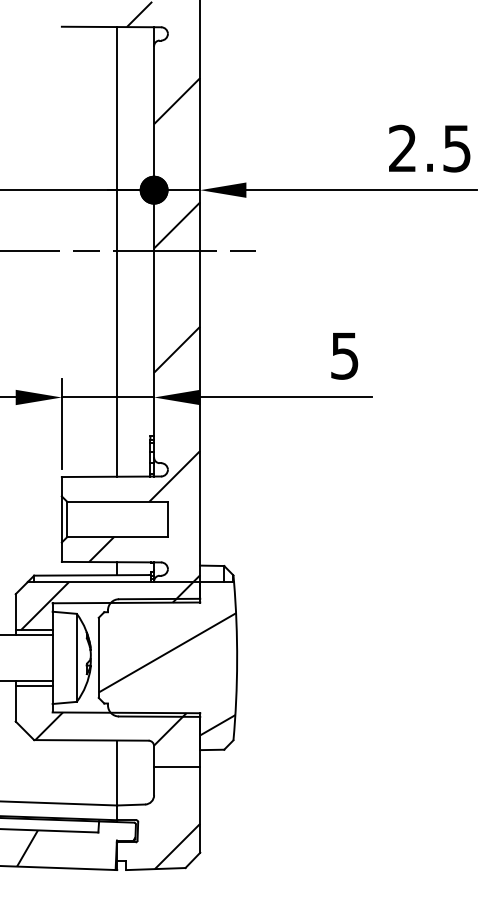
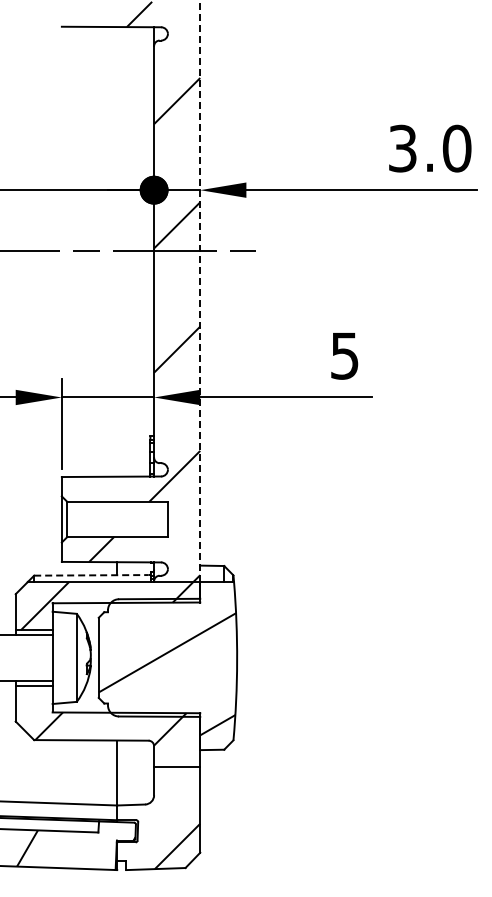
text at (430, 148): 2.5 -> 3.0
line at (117, 251): present -> none
line at (200, 291): solid -> dashed
line at (91, 575): solid -> dashed
